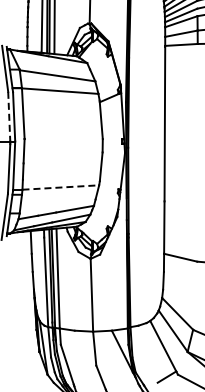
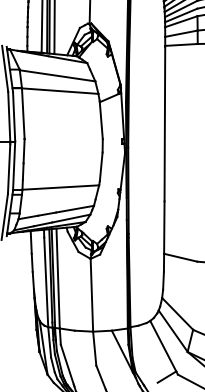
line at (9, 116): dashed -> solid
line at (61, 187): dashed -> solid
